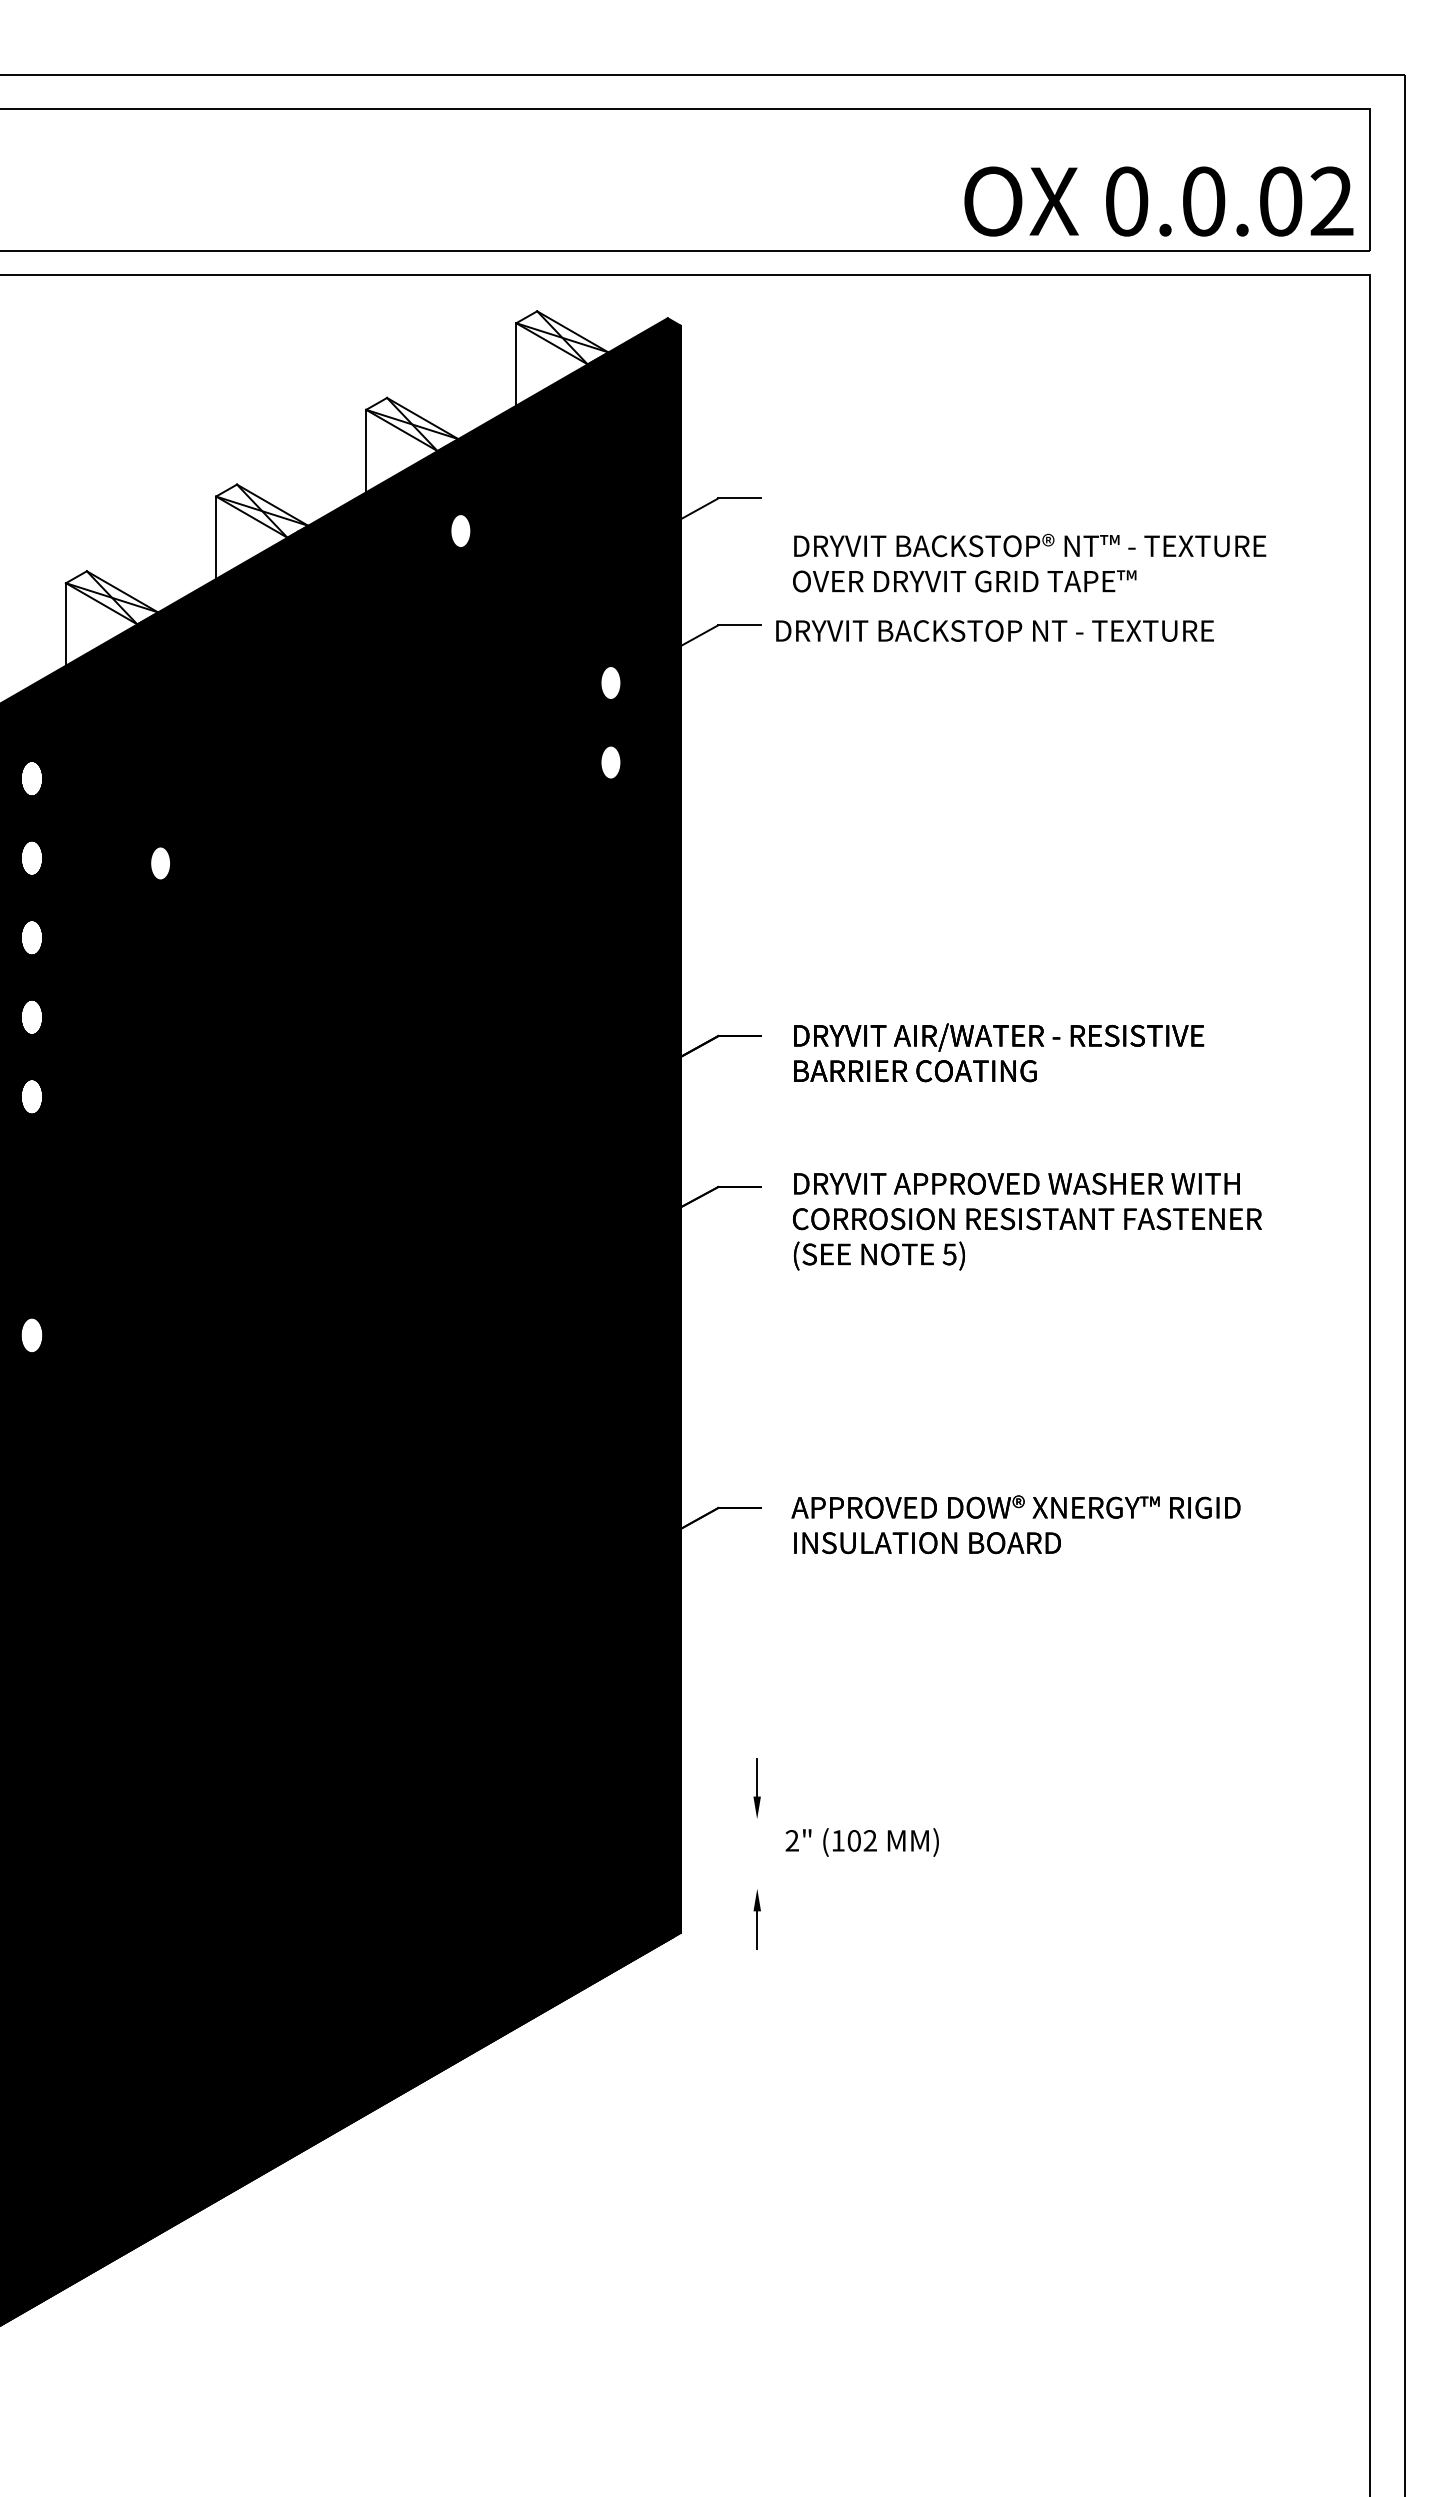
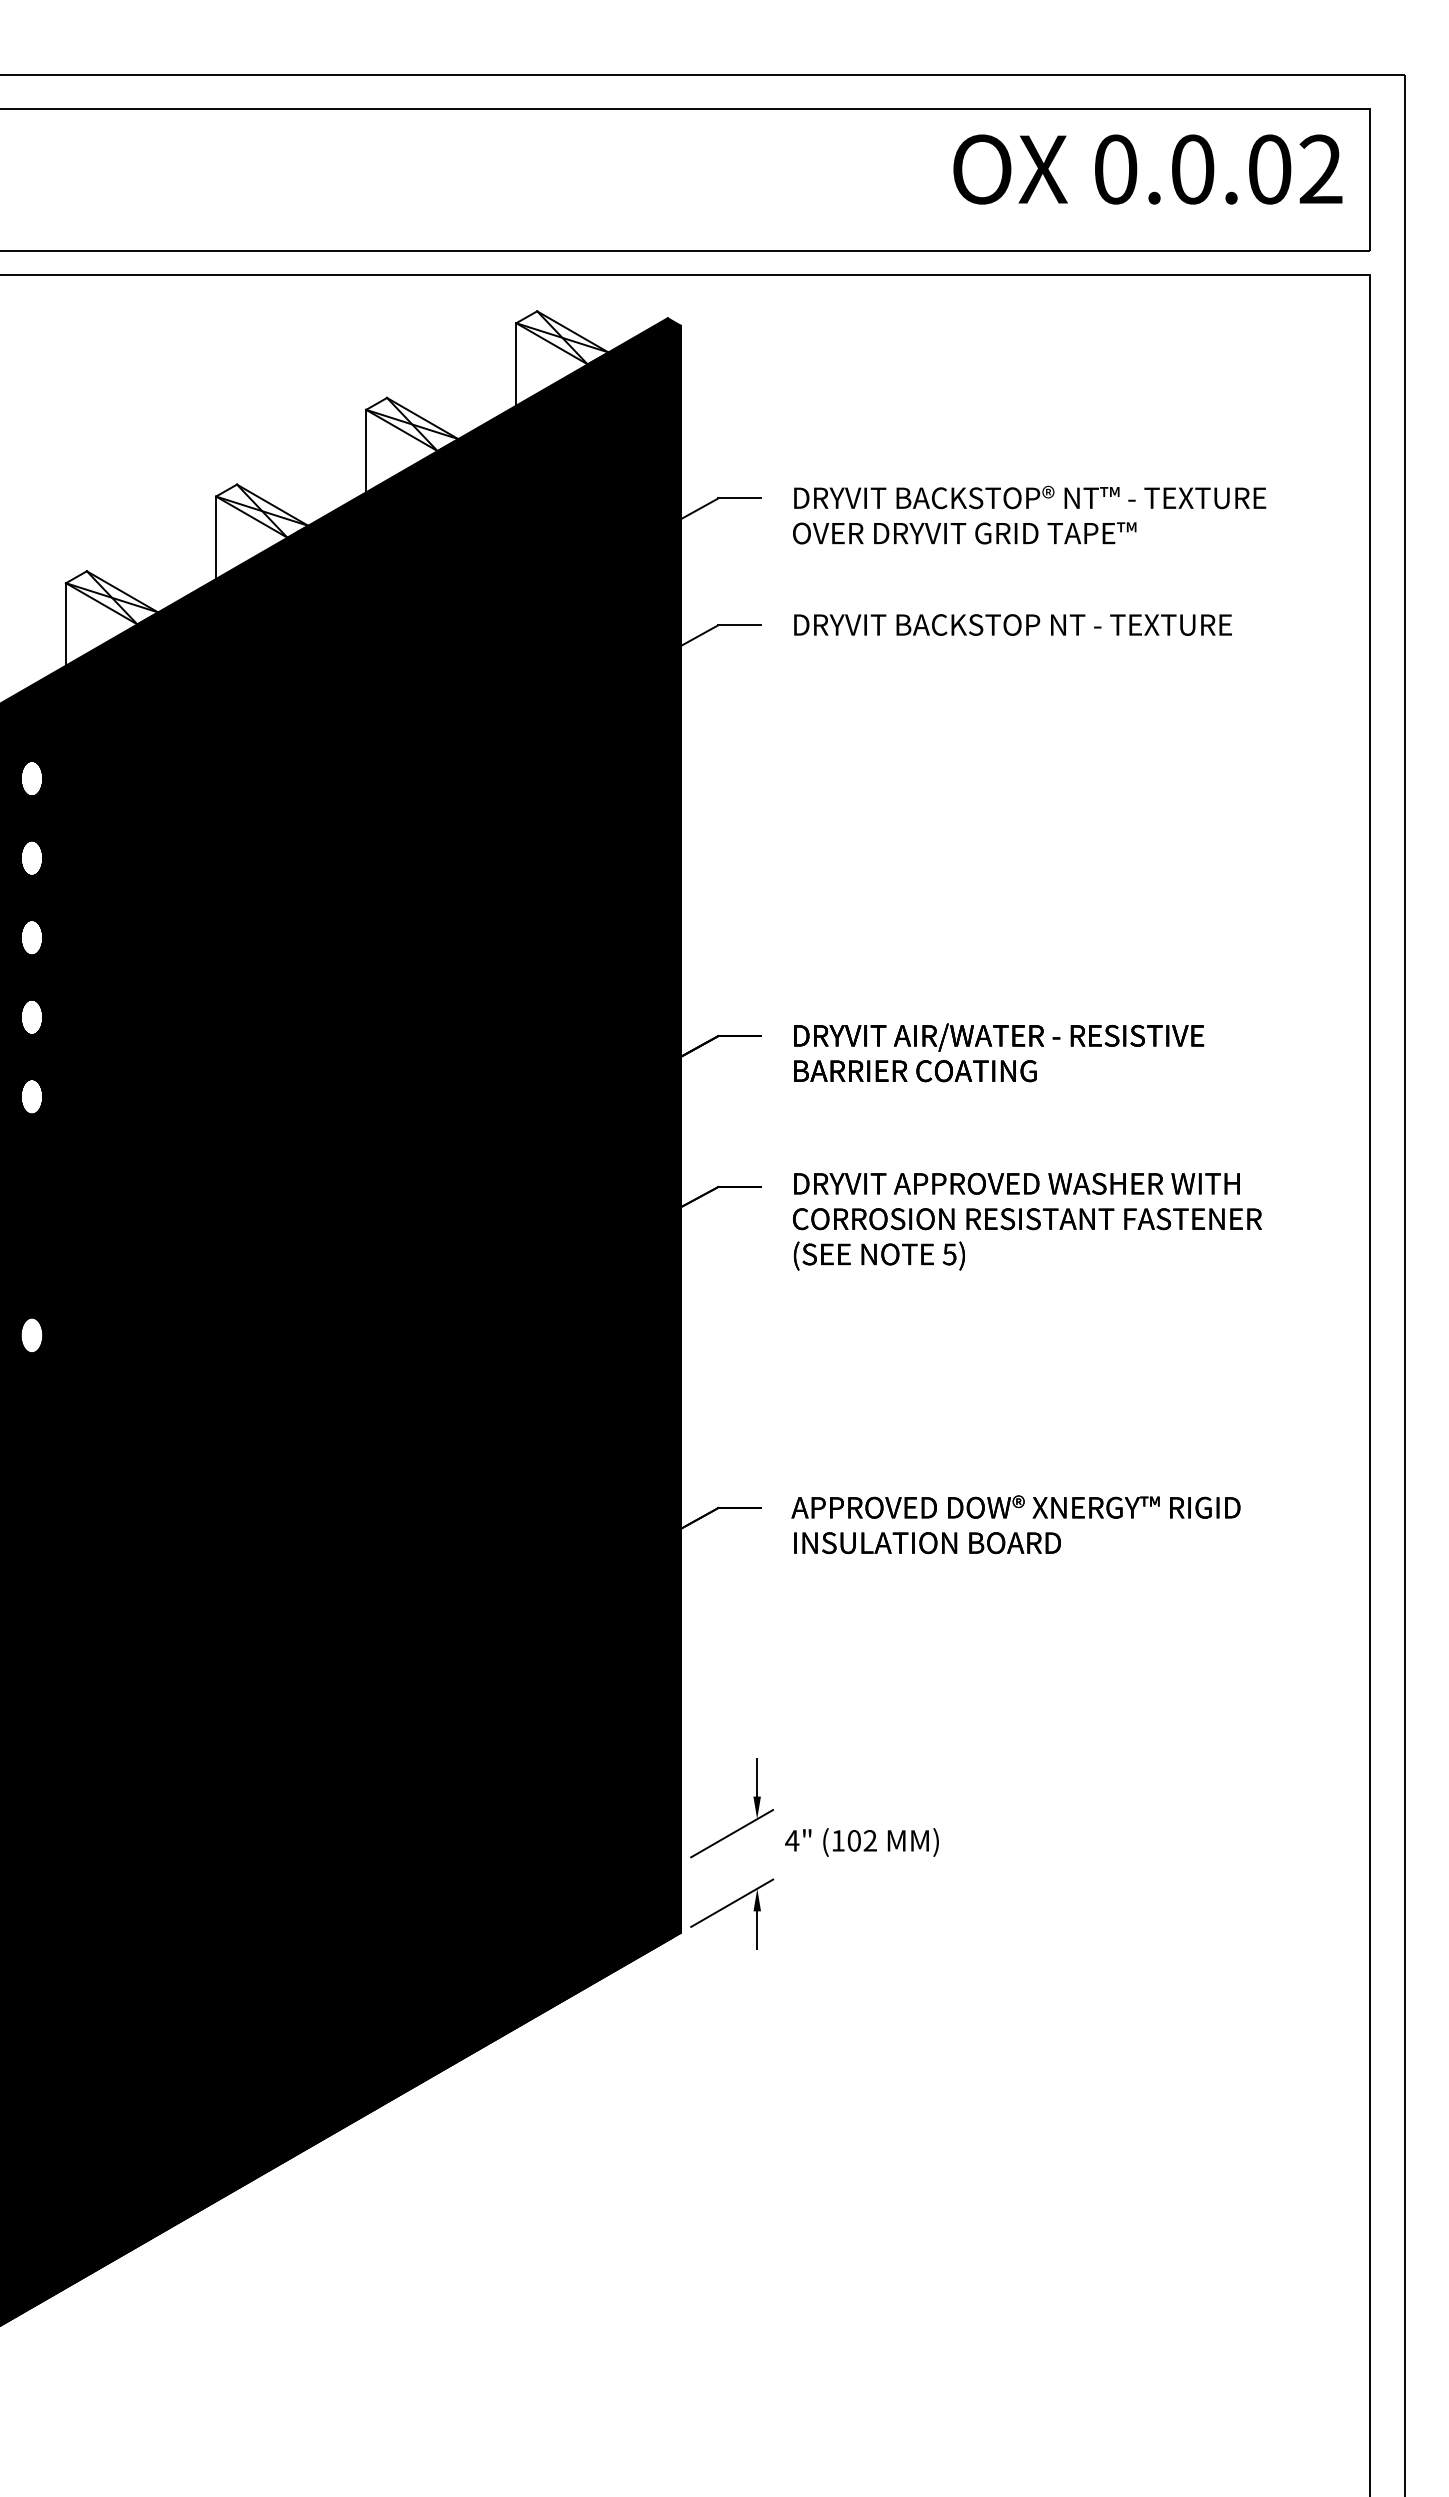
text at (1158, 201) position: (1158, 201) -> (1147, 169)
fill at (460, 531): none -> present
text at (1029, 562) position: (1029, 562) -> (1029, 514)
text at (994, 630) position: (994, 630) -> (1012, 624)
fill at (610, 682): none -> present
fill at (610, 762): none -> present
fill at (160, 863): none -> present
line at (732, 1833): none -> present
text at (792, 1840): 2" -> 4"
line at (732, 1902): none -> present
